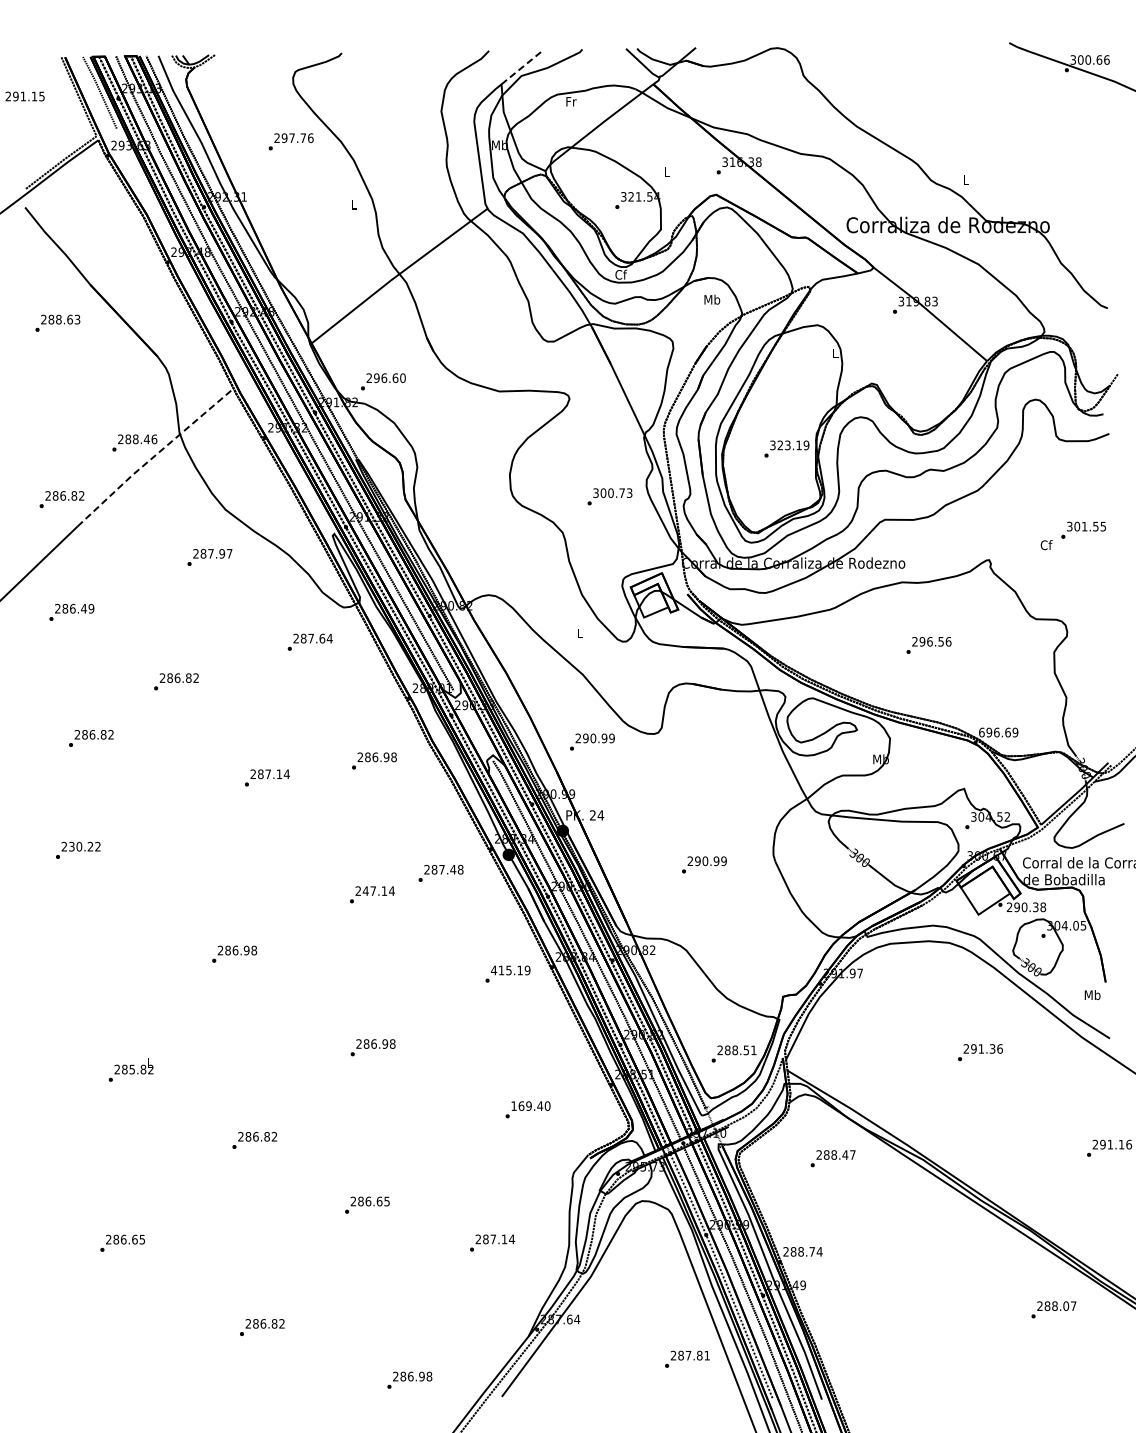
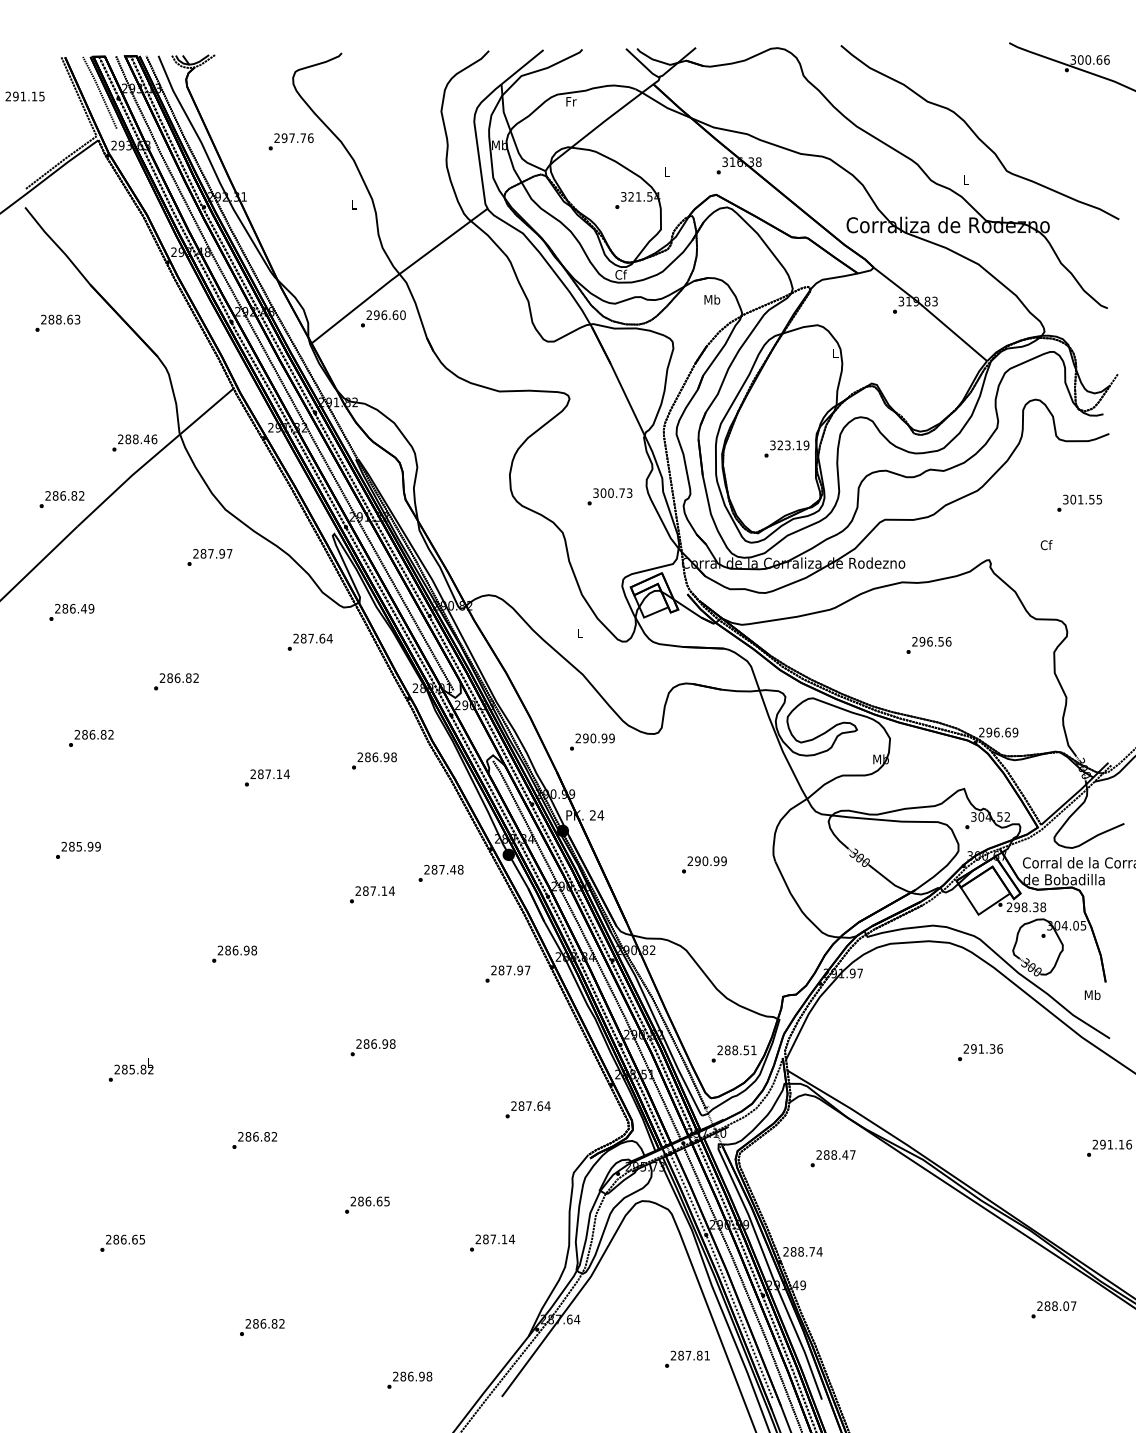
line at (522, 66): dashed -> solid
curve at (976, 134): none -> present
text at (383, 381) position: (383, 381) -> (383, 318)
line at (154, 456): dashed -> solid
text at (1083, 529) position: (1083, 529) -> (1079, 502)
text at (981, 732): 696.69 -> 296.69
text at (84, 846): 230.22 -> 285.99
text at (365, 890): 247.14 -> 287.14
text at (1024, 906): 290.38 -> 298.38
text at (510, 970): 415.19 -> 287.97
text at (530, 1105): 169.40 -> 287.64
